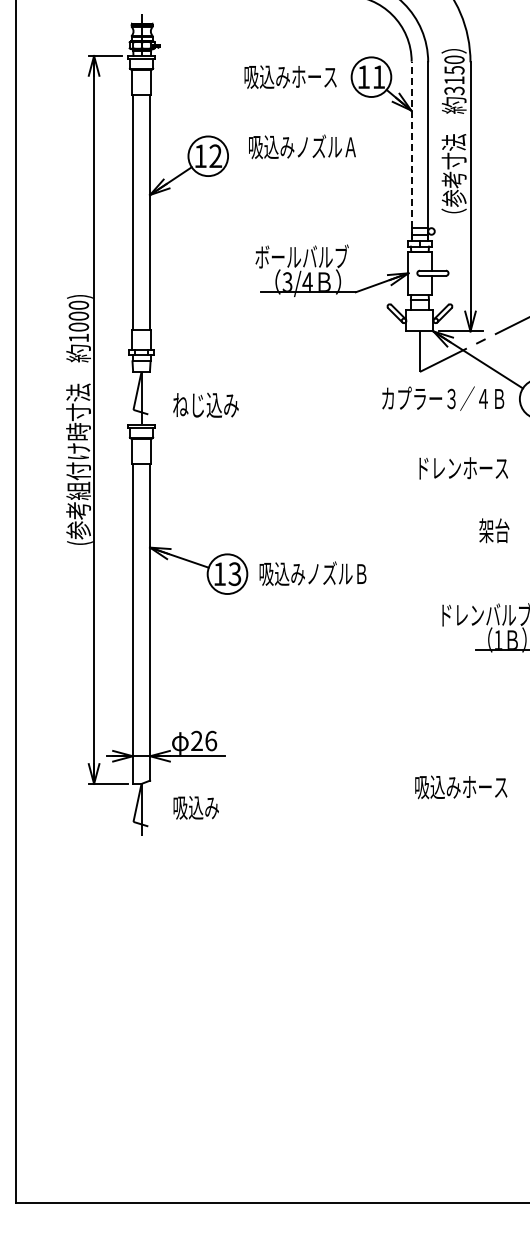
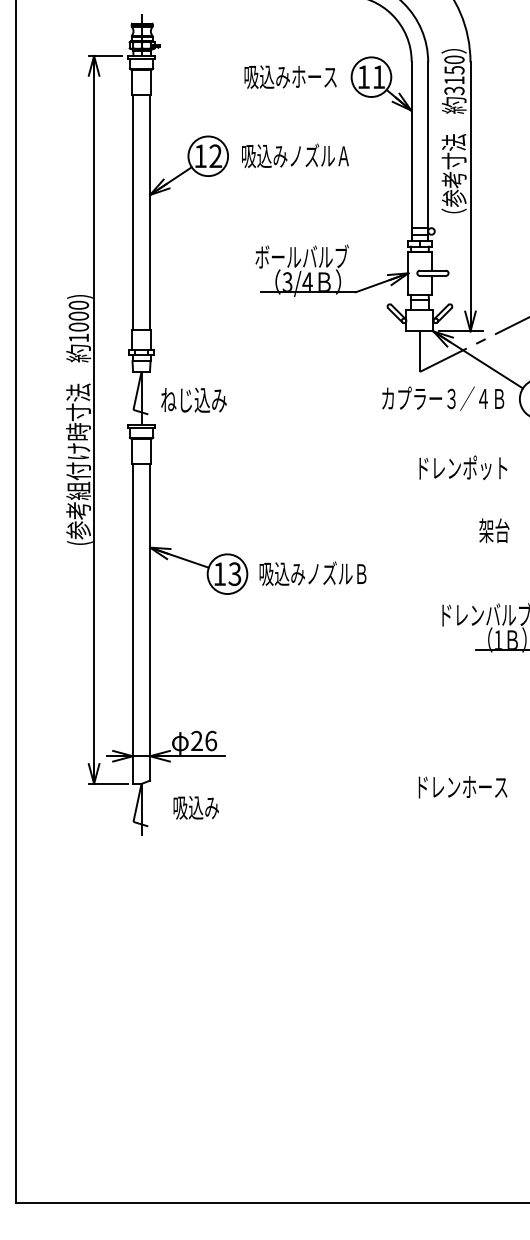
text at (302, 146) position: (302, 146) -> (295, 155)
line at (411, 150): dashed -> solid
text at (205, 404) position: (205, 404) -> (193, 399)
text at (485, 467): ドレンホース -> ドレンポット
text at (437, 787): 吸込みホース -> ドレンホース
